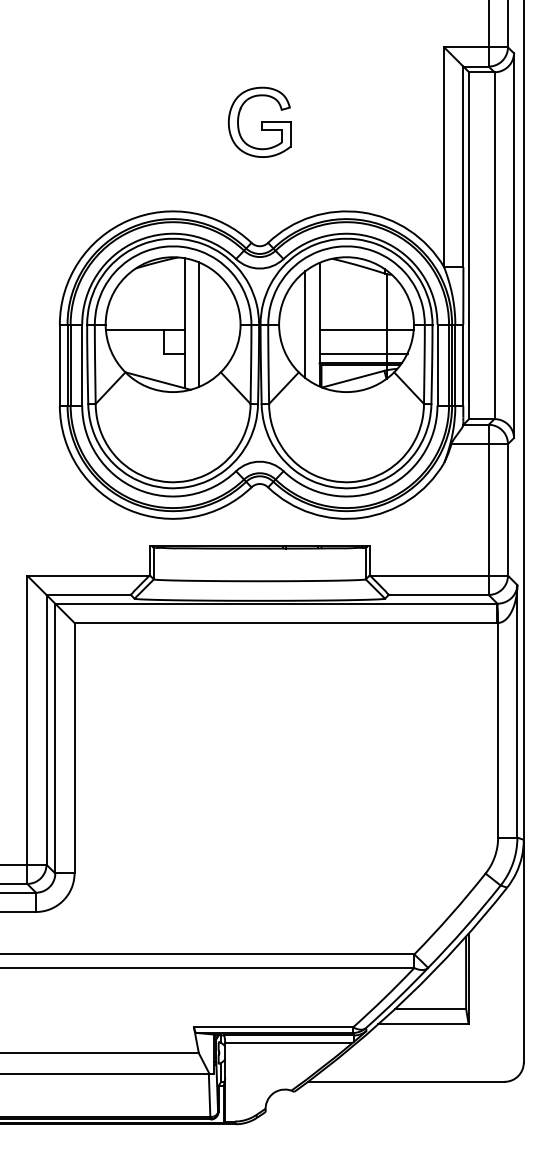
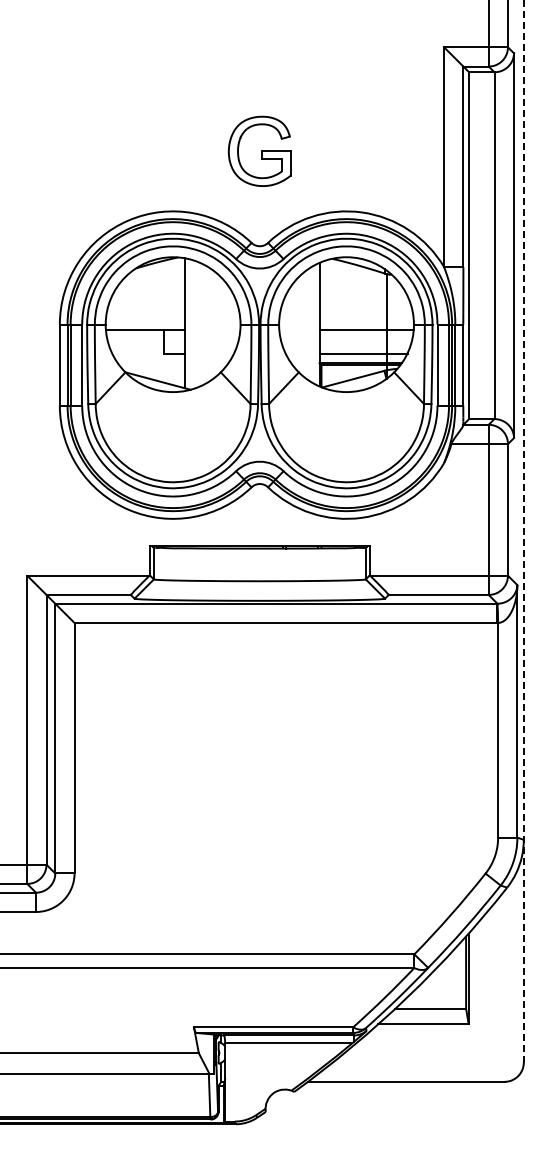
part at (259, 121) position: (259, 121) -> (259, 150)
line at (198, 324): present -> none
line at (305, 324): present -> none
line at (523, 531): solid -> dashed
